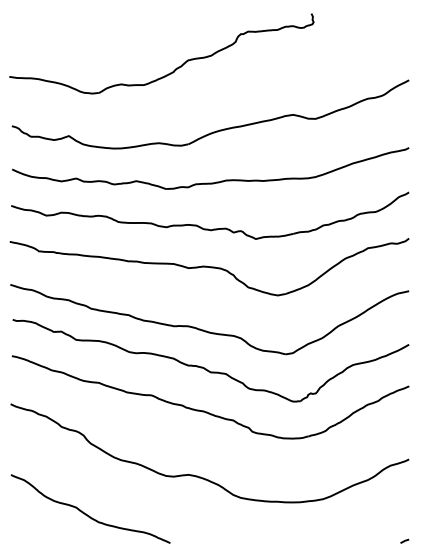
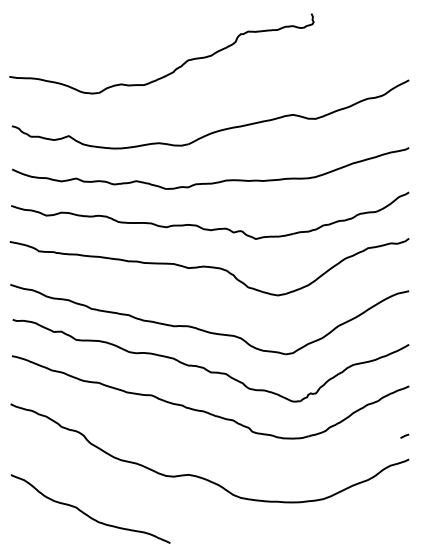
curve at (404, 540) position: (404, 540) -> (404, 435)
